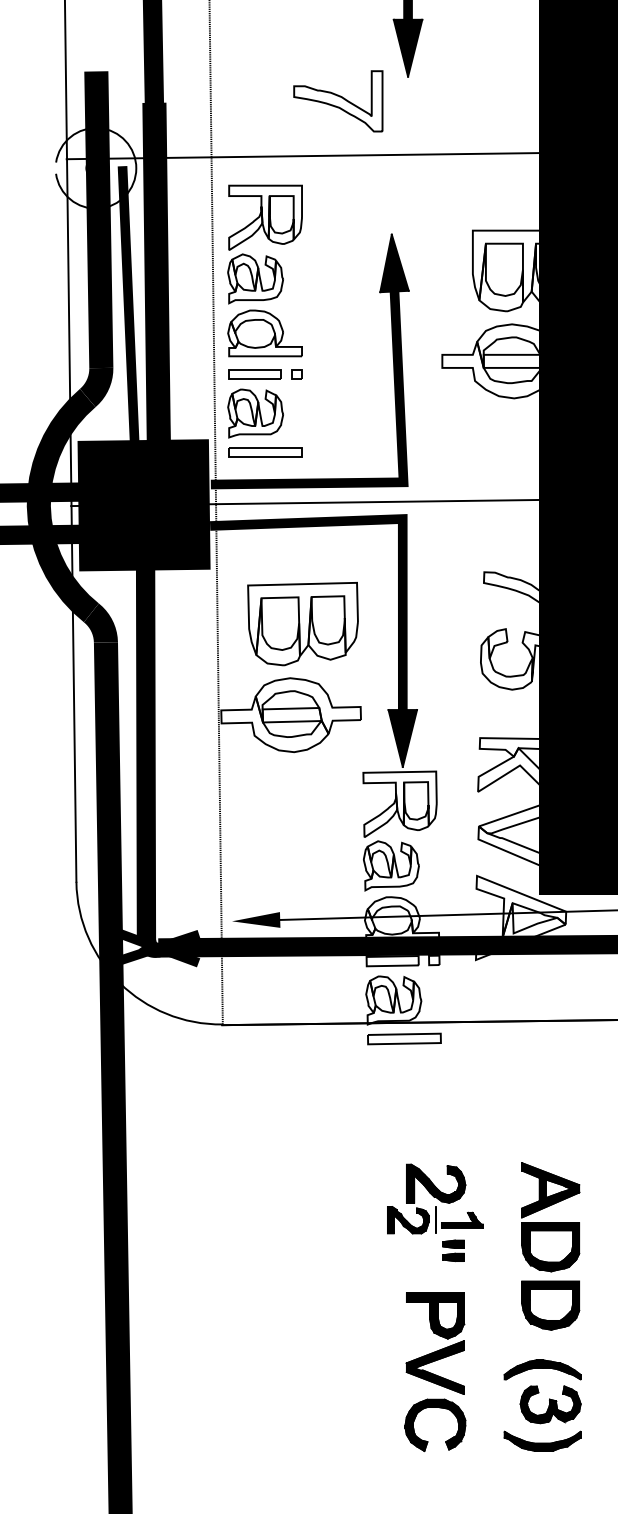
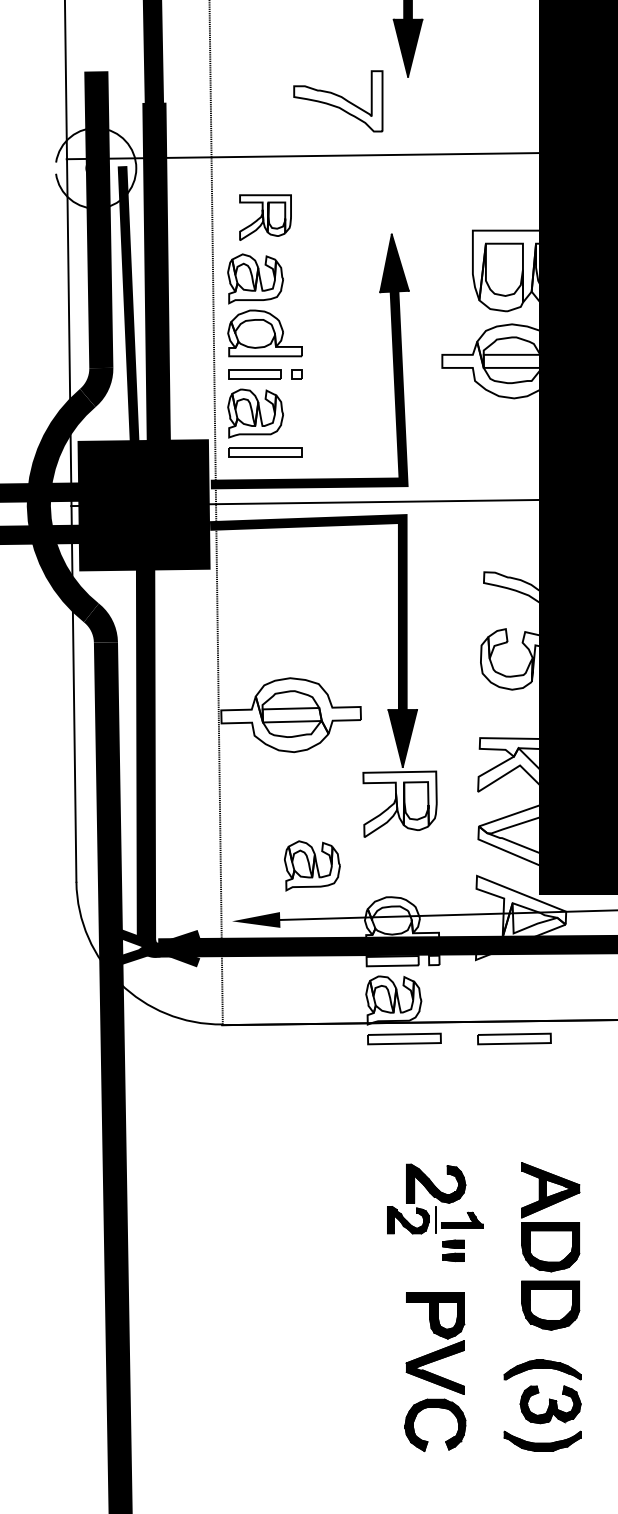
part at (265, 217) size: 75x67 px -> 53x47 px
part at (302, 623): present -> none
part at (391, 865) position: (391, 865) -> (312, 865)
part at (514, 1038): none -> present
